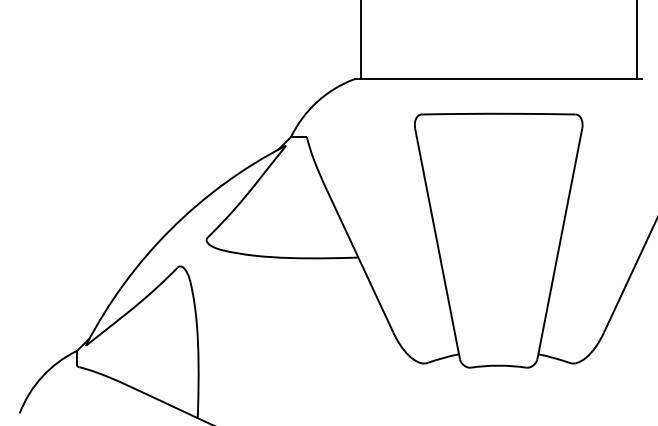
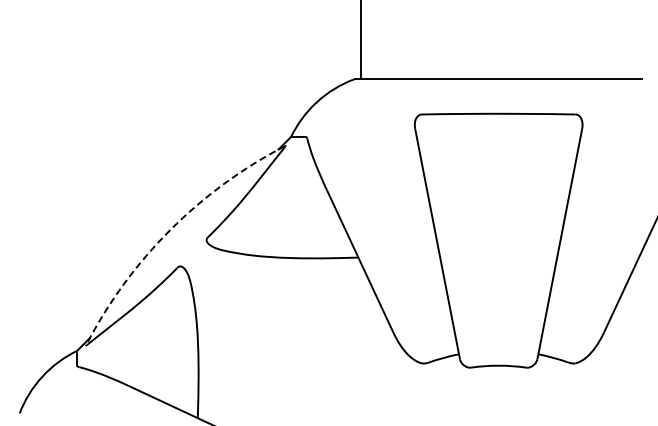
line at (636, 40): present -> none
arc at (170, 230): solid -> dashed
